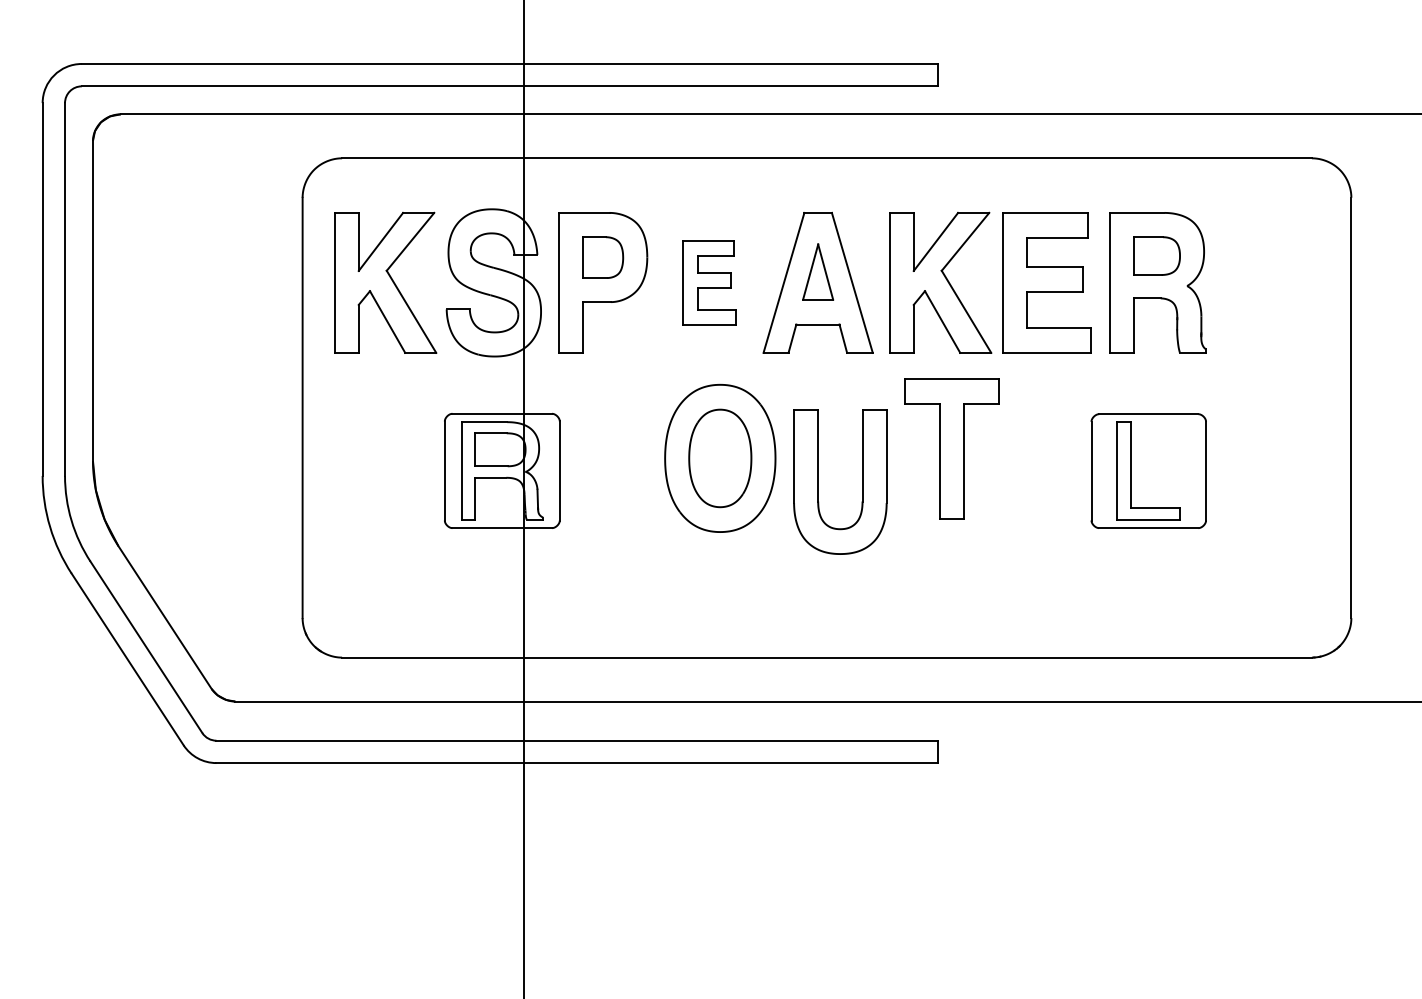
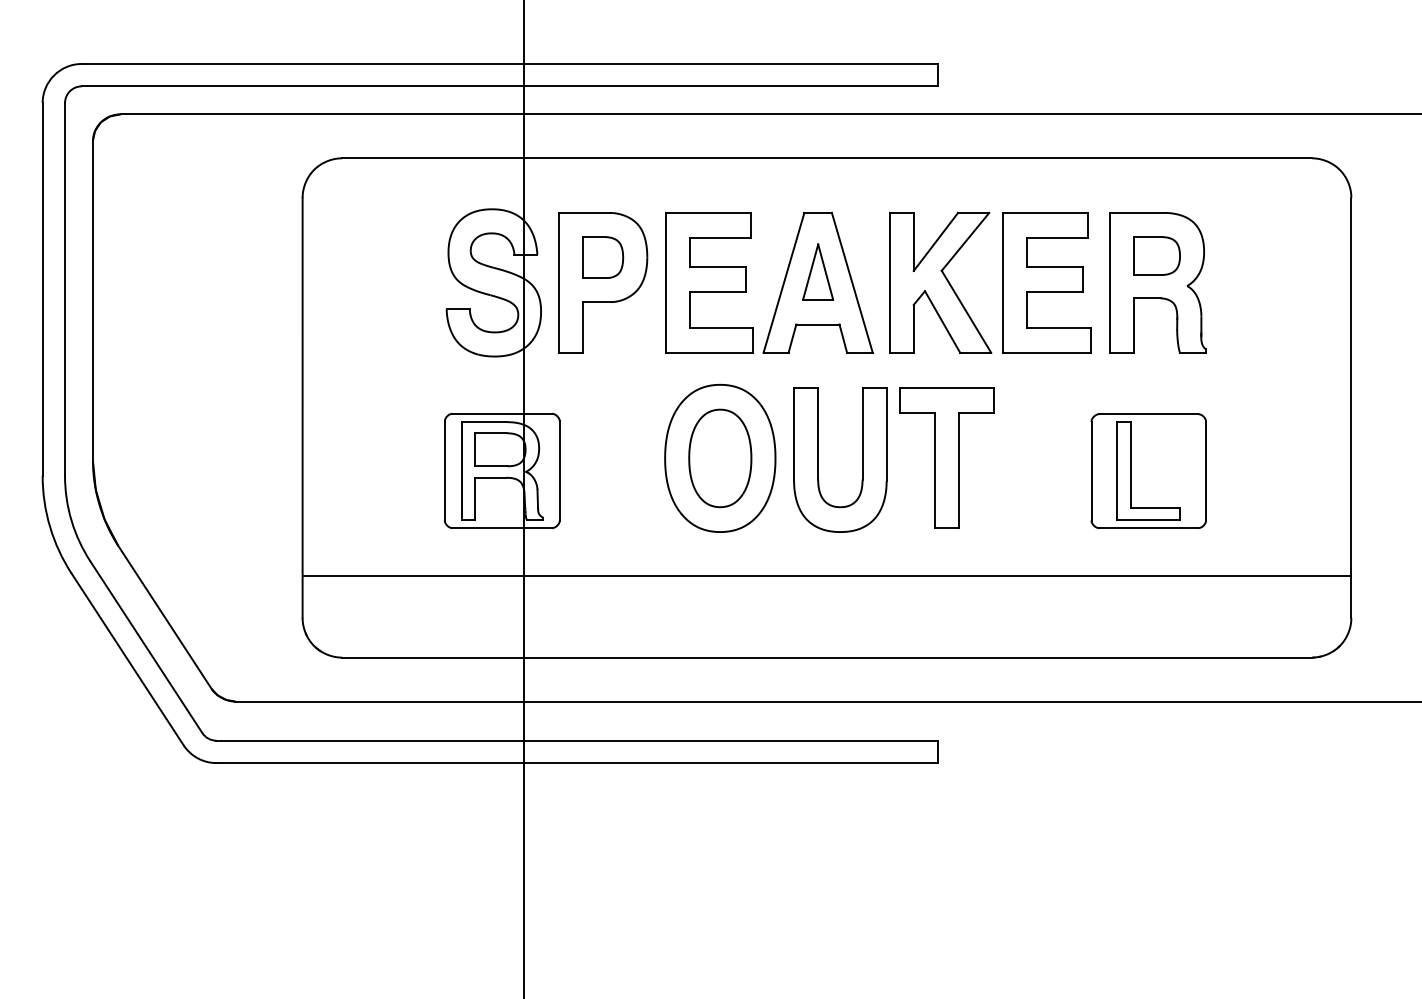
part at (385, 282): present -> none
part at (709, 282) size: 55x86 px -> 89x142 px
part at (951, 448) position: (951, 448) -> (946, 457)
part at (818, 481) position: (818, 481) -> (818, 459)
line at (826, 576): none -> present
